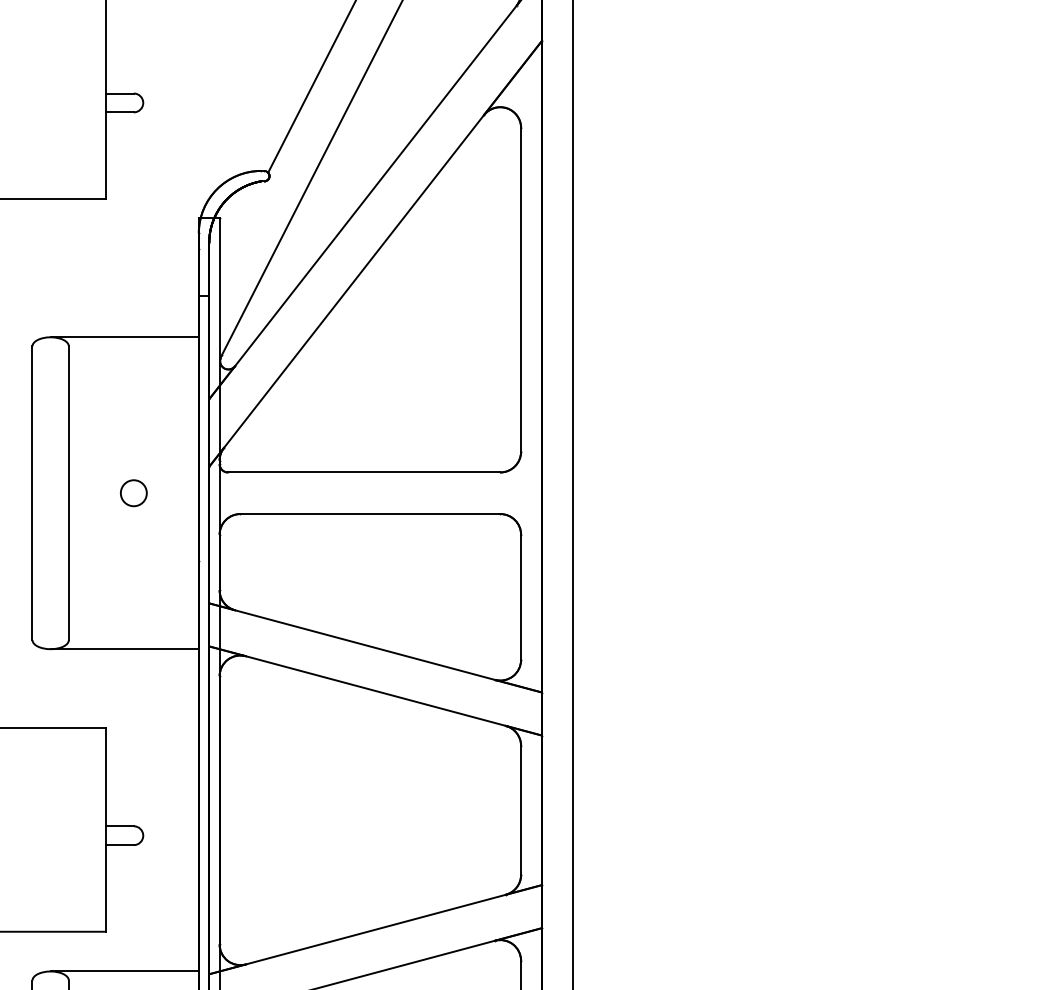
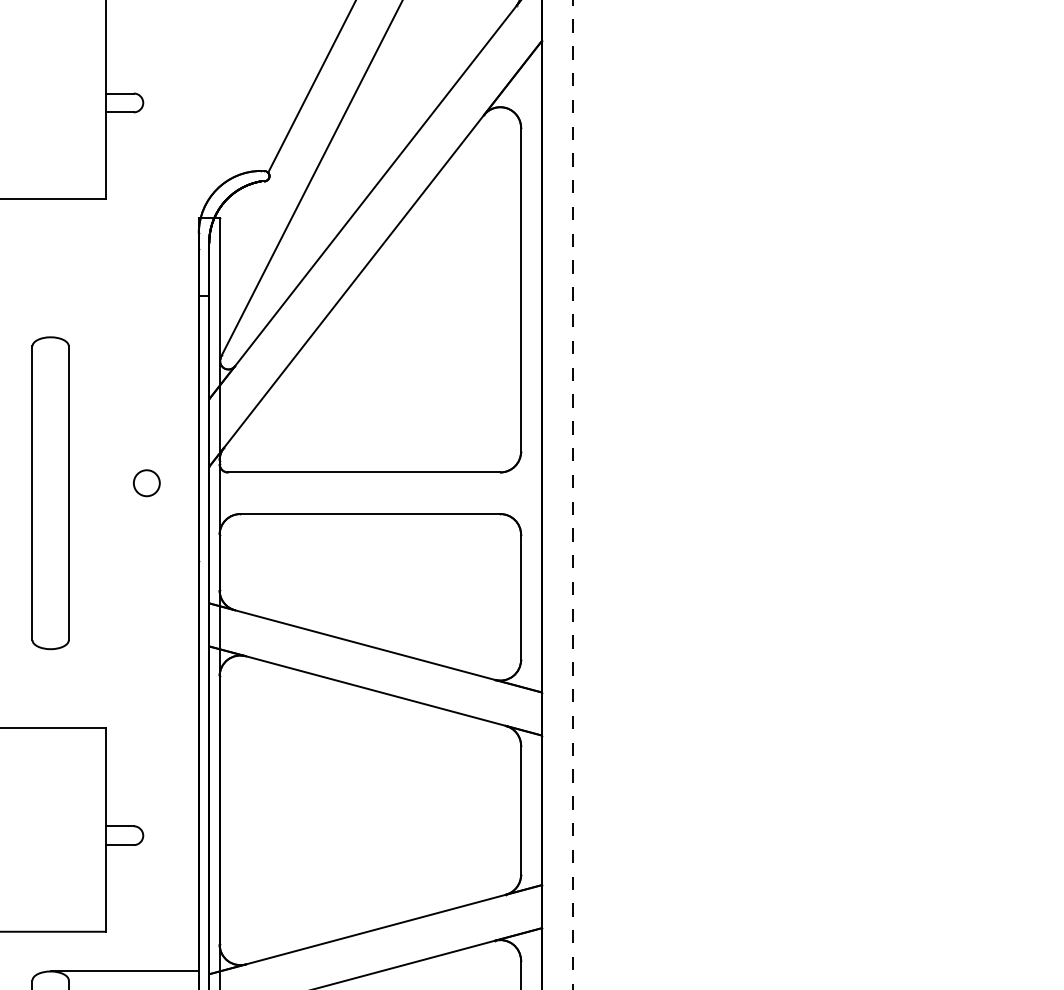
line at (124, 337): present -> none
circle at (133, 493) position: (133, 493) -> (146, 483)
line at (573, 495): solid -> dashed
line at (124, 649): present -> none
